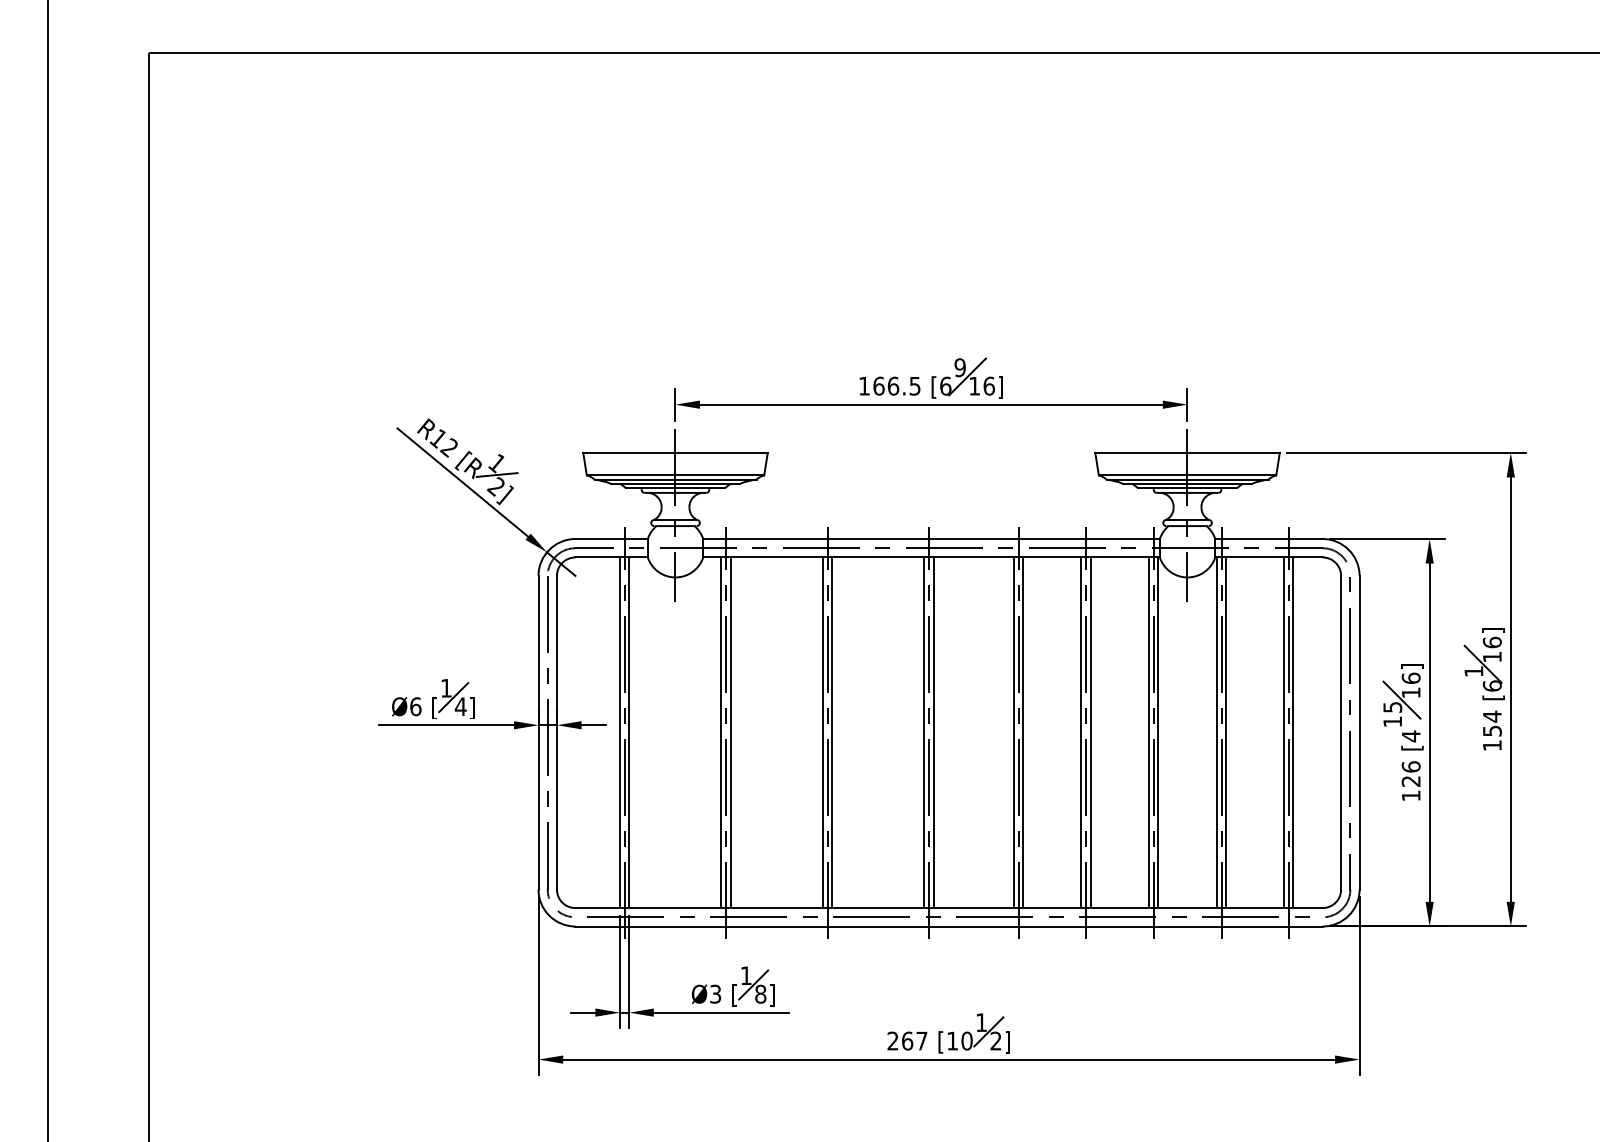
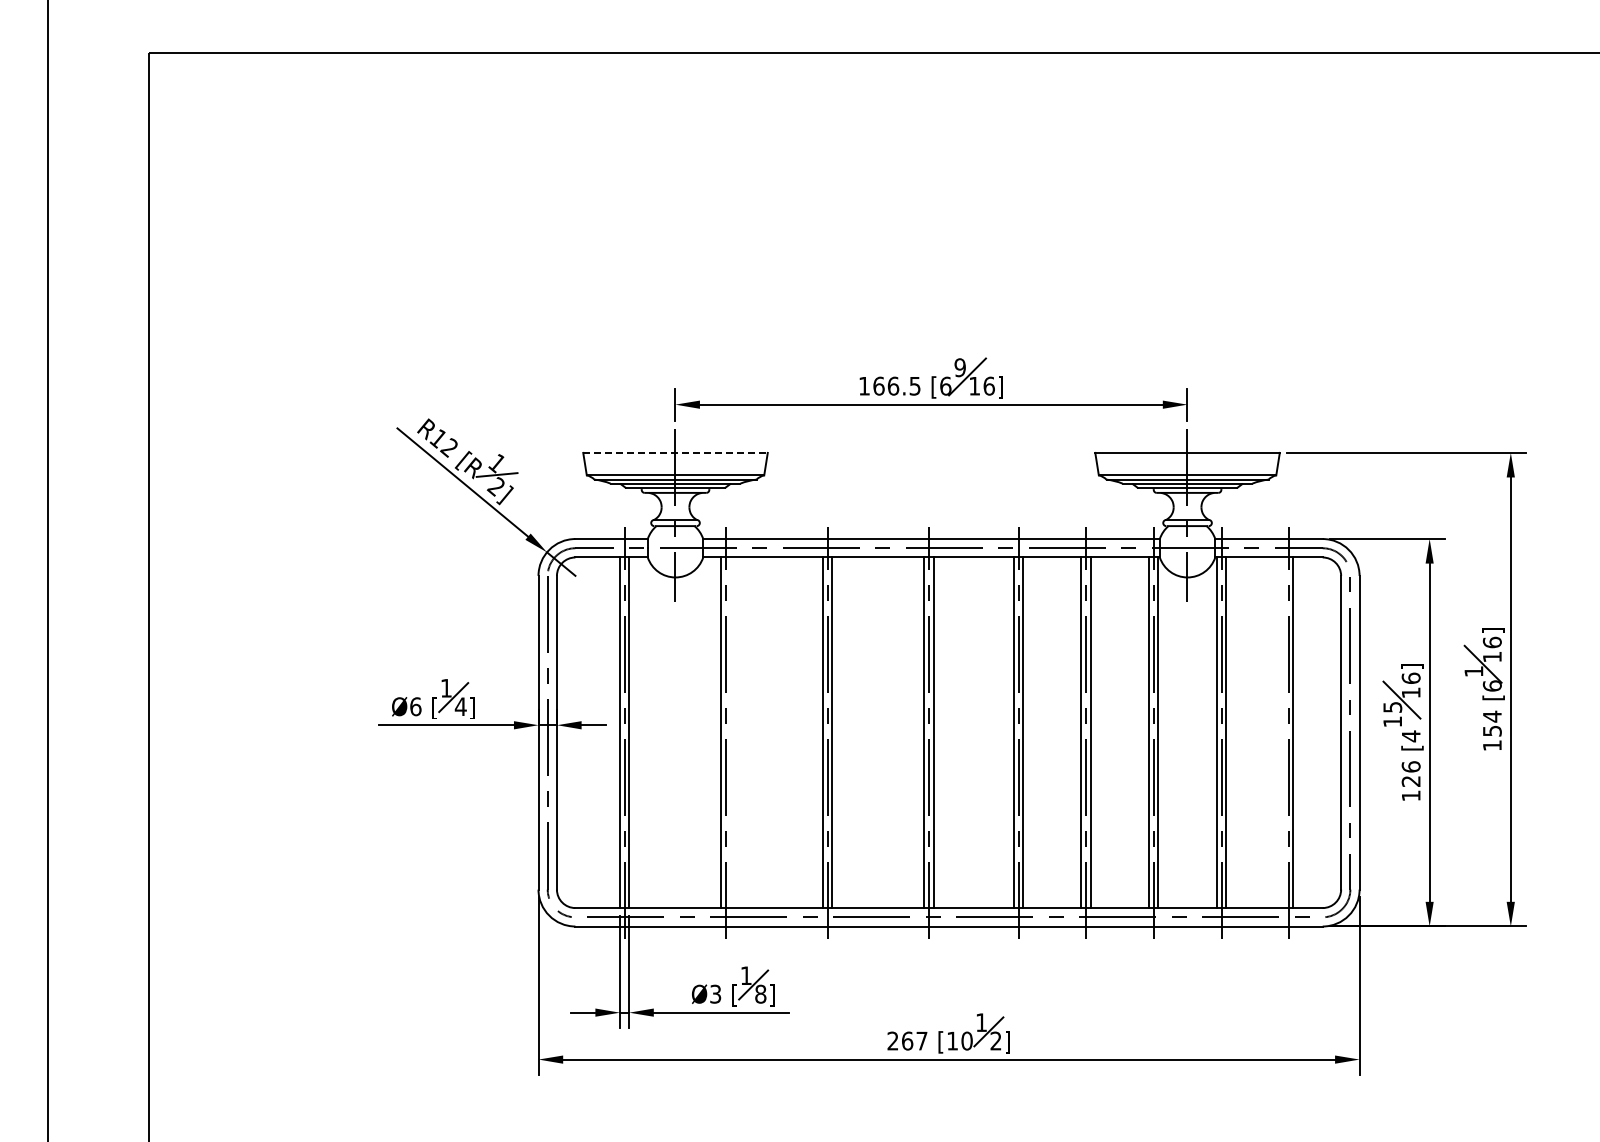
line at (676, 452): solid -> dashed
line at (730, 732): present -> none
line at (1284, 732): present -> none
